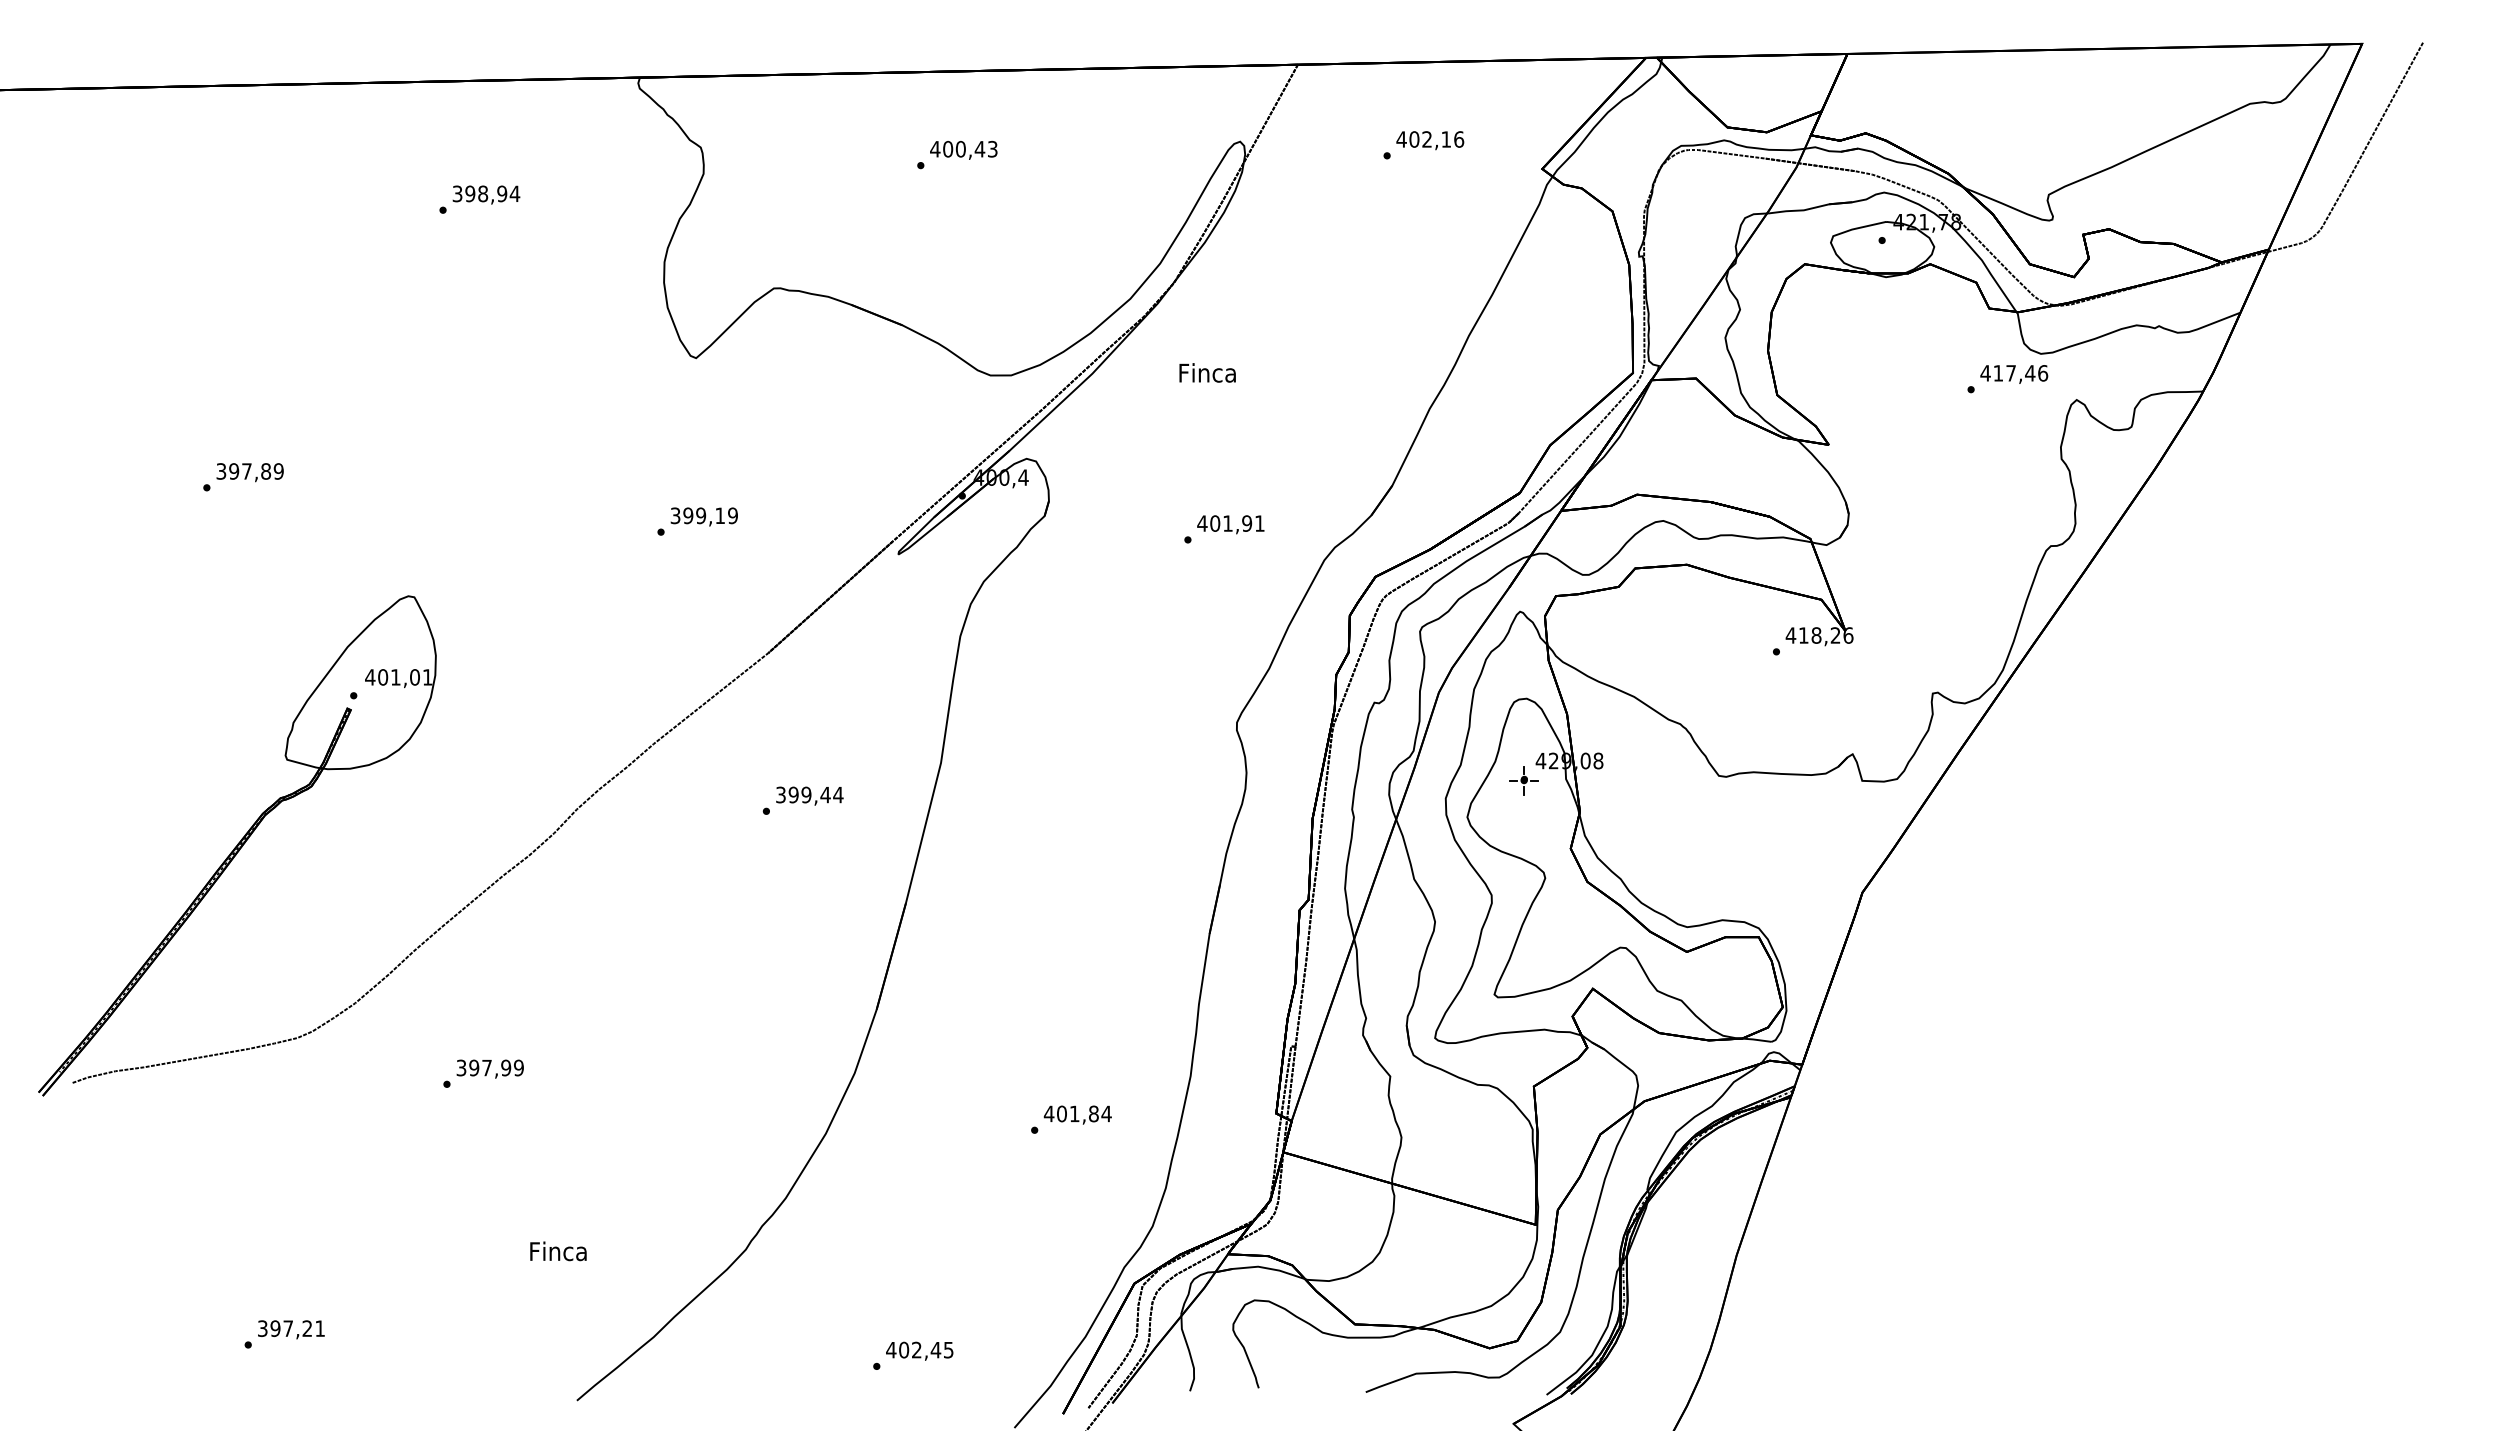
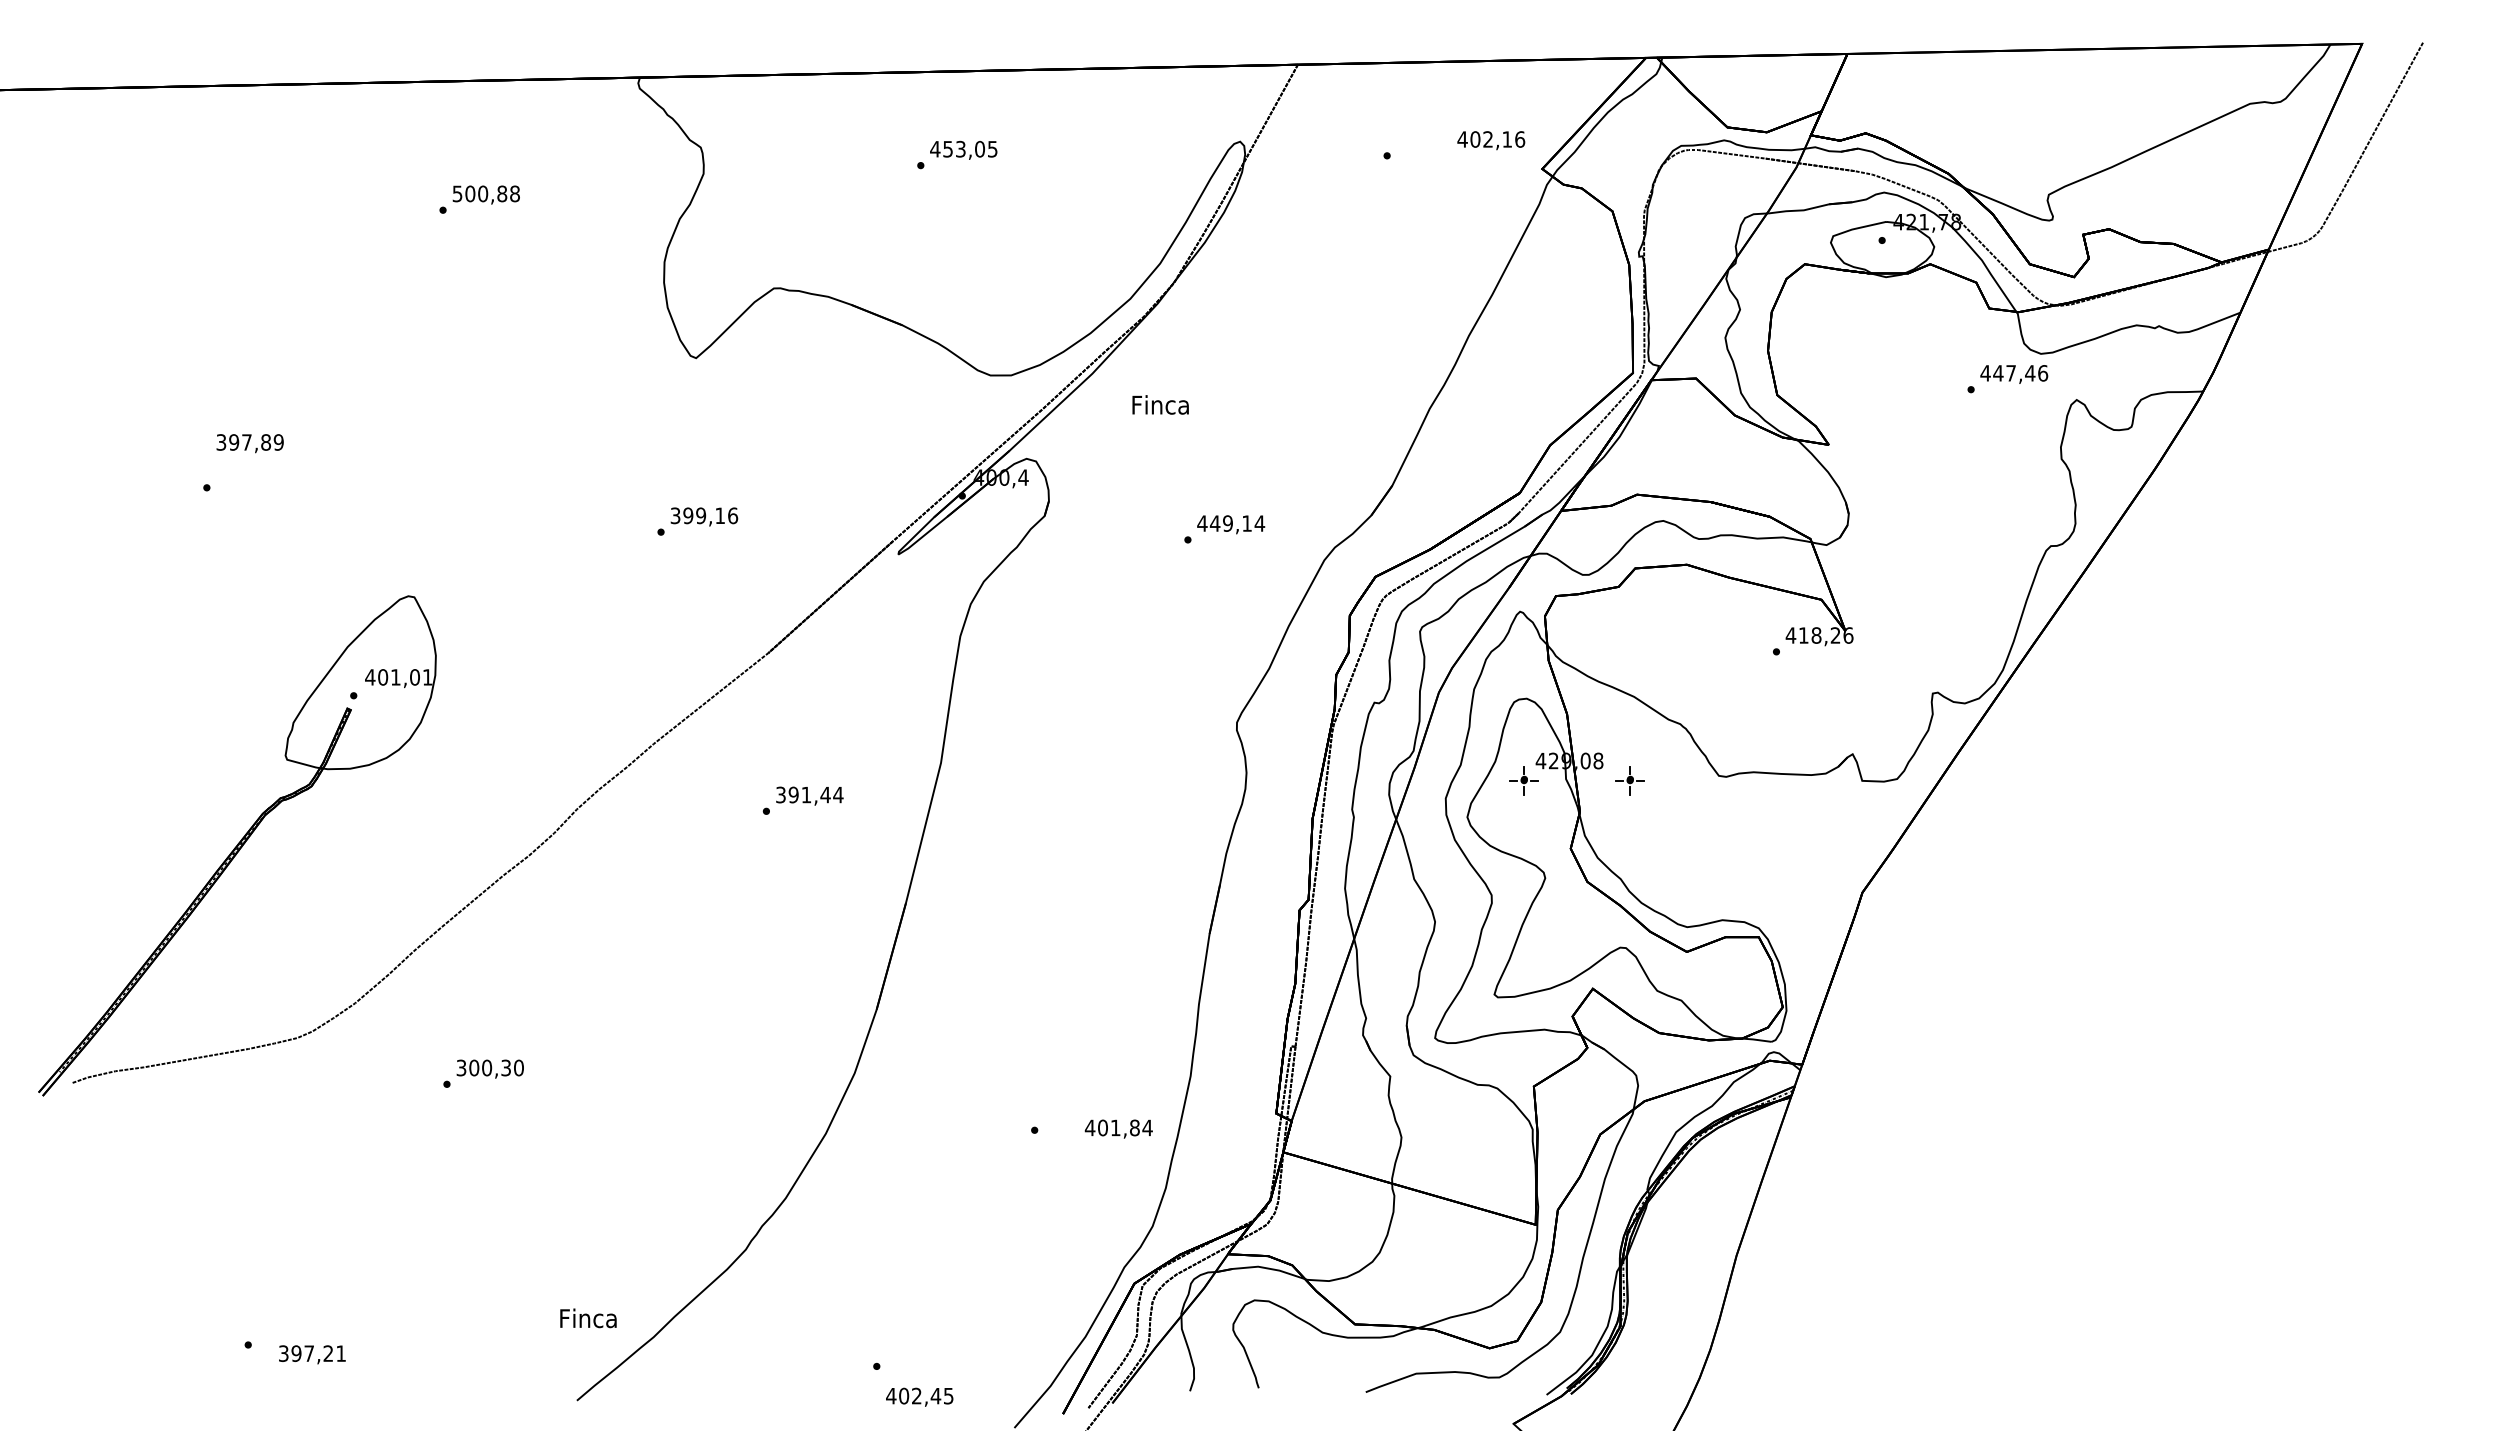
text at (1430, 140) position: (1430, 140) -> (1491, 140)
text at (970, 148): 400,43 -> 453,05
text at (486, 193): 398,94 -> 500,88
text at (1207, 372) position: (1207, 372) -> (1160, 404)
text at (1998, 373): 417,46 -> 447,46
text at (249, 472) position: (249, 472) -> (249, 443)
text at (733, 515): 399,19 -> 399,16
text at (1237, 523): 401,91 -> 449,14
part at (1629, 780): none -> present
text at (806, 794): 399,44 -> 391,44
text at (496, 1067): 397,99 -> 300,30
text at (1077, 1114) position: (1077, 1114) -> (1118, 1128)
text at (558, 1251) position: (558, 1251) -> (588, 1318)
text at (291, 1329) position: (291, 1329) -> (312, 1354)
text at (919, 1350) position: (919, 1350) -> (919, 1396)
